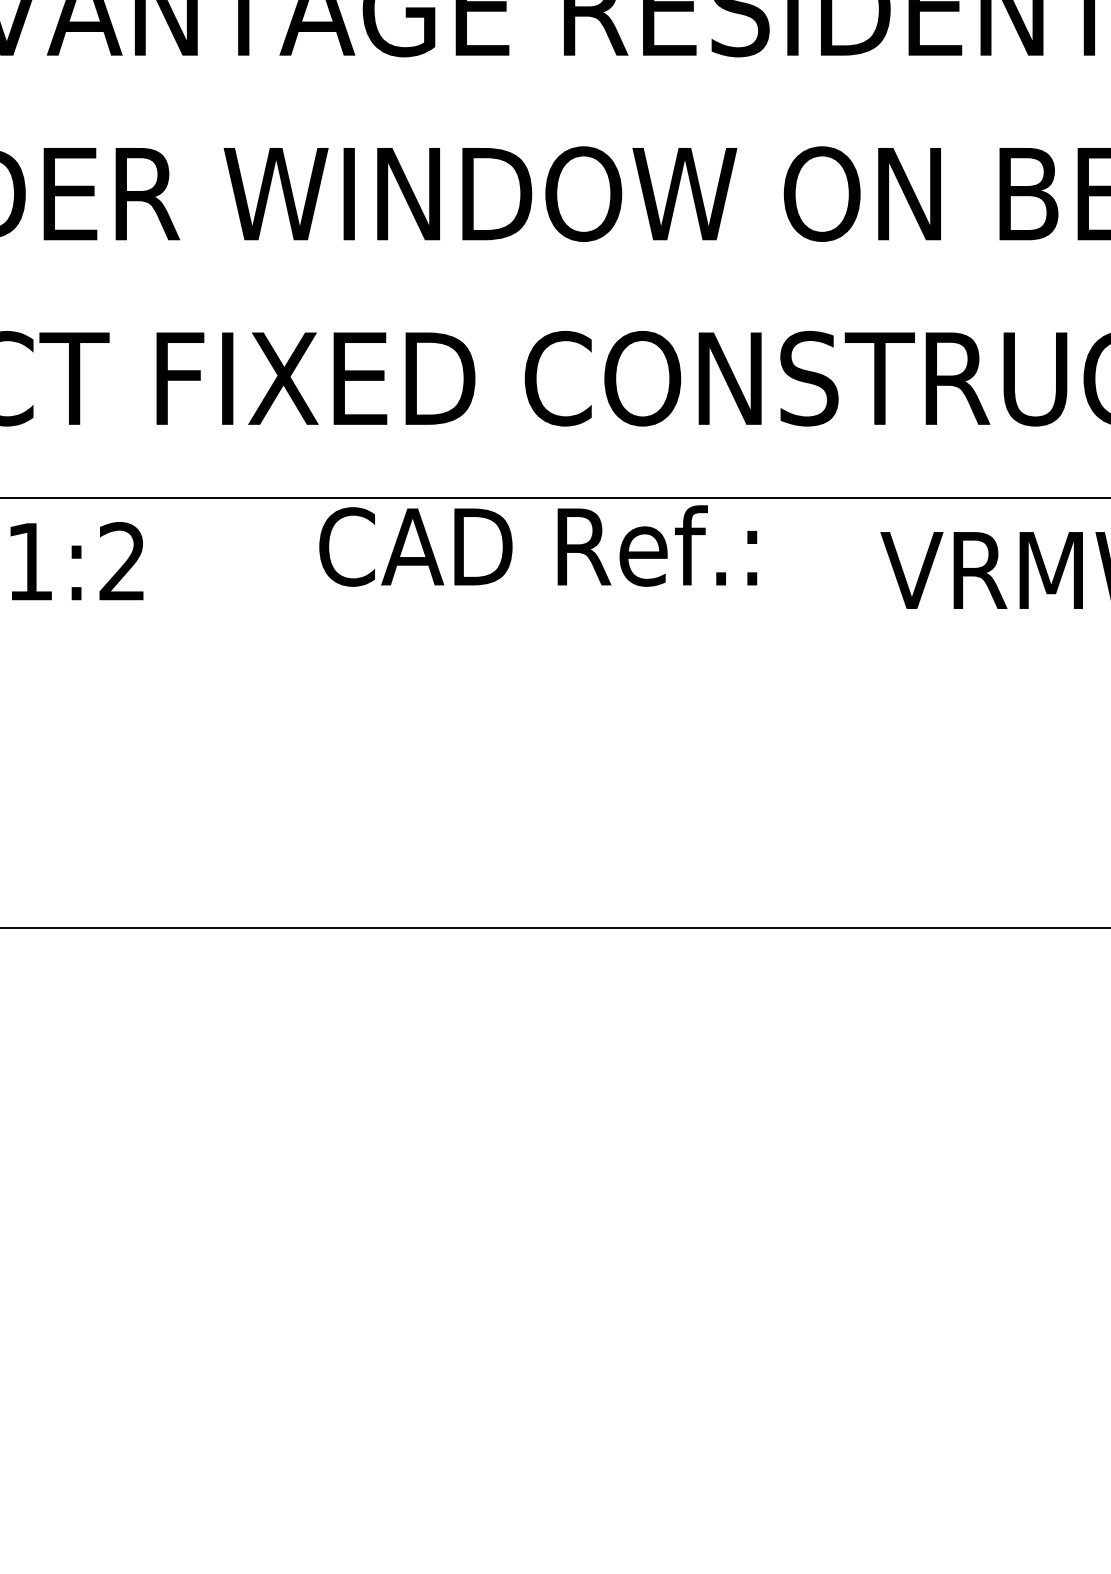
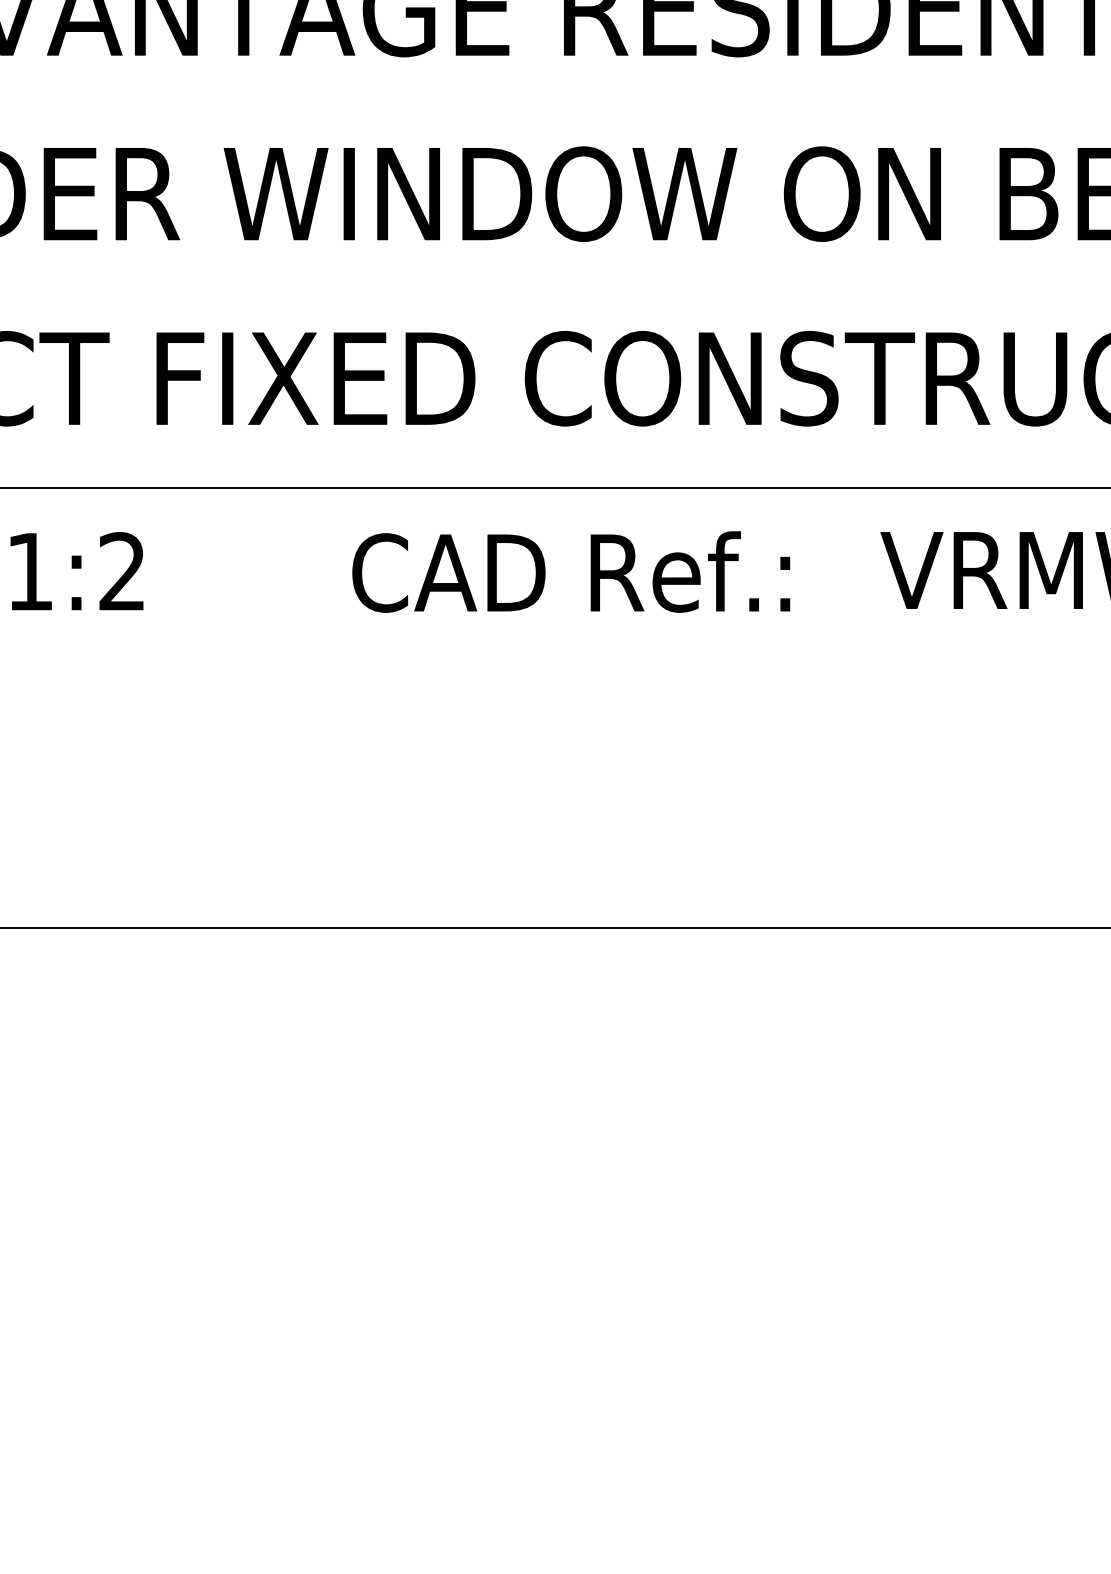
line at (554, 497) position: (554, 497) -> (554, 487)
text at (538, 545) position: (538, 545) -> (571, 571)
text at (76, 561) position: (76, 561) -> (76, 571)
